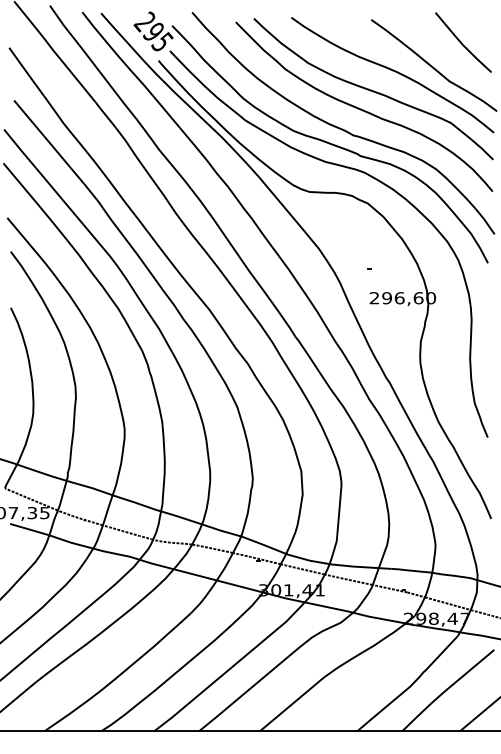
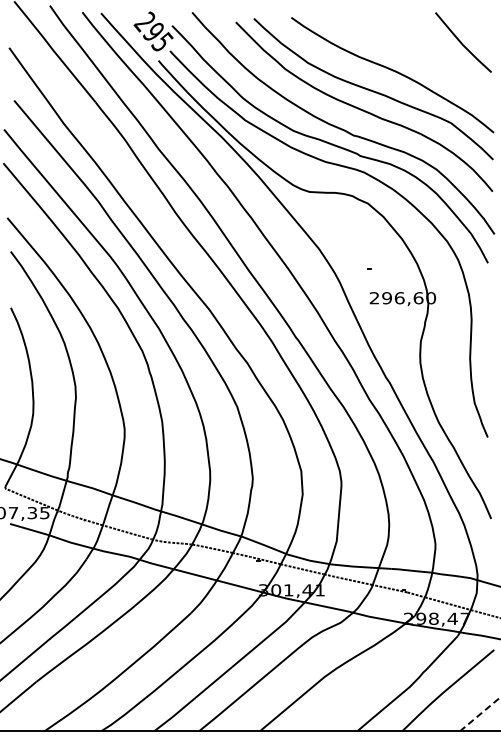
curve at (433, 66): present -> none
line at (479, 714): solid -> dashed
